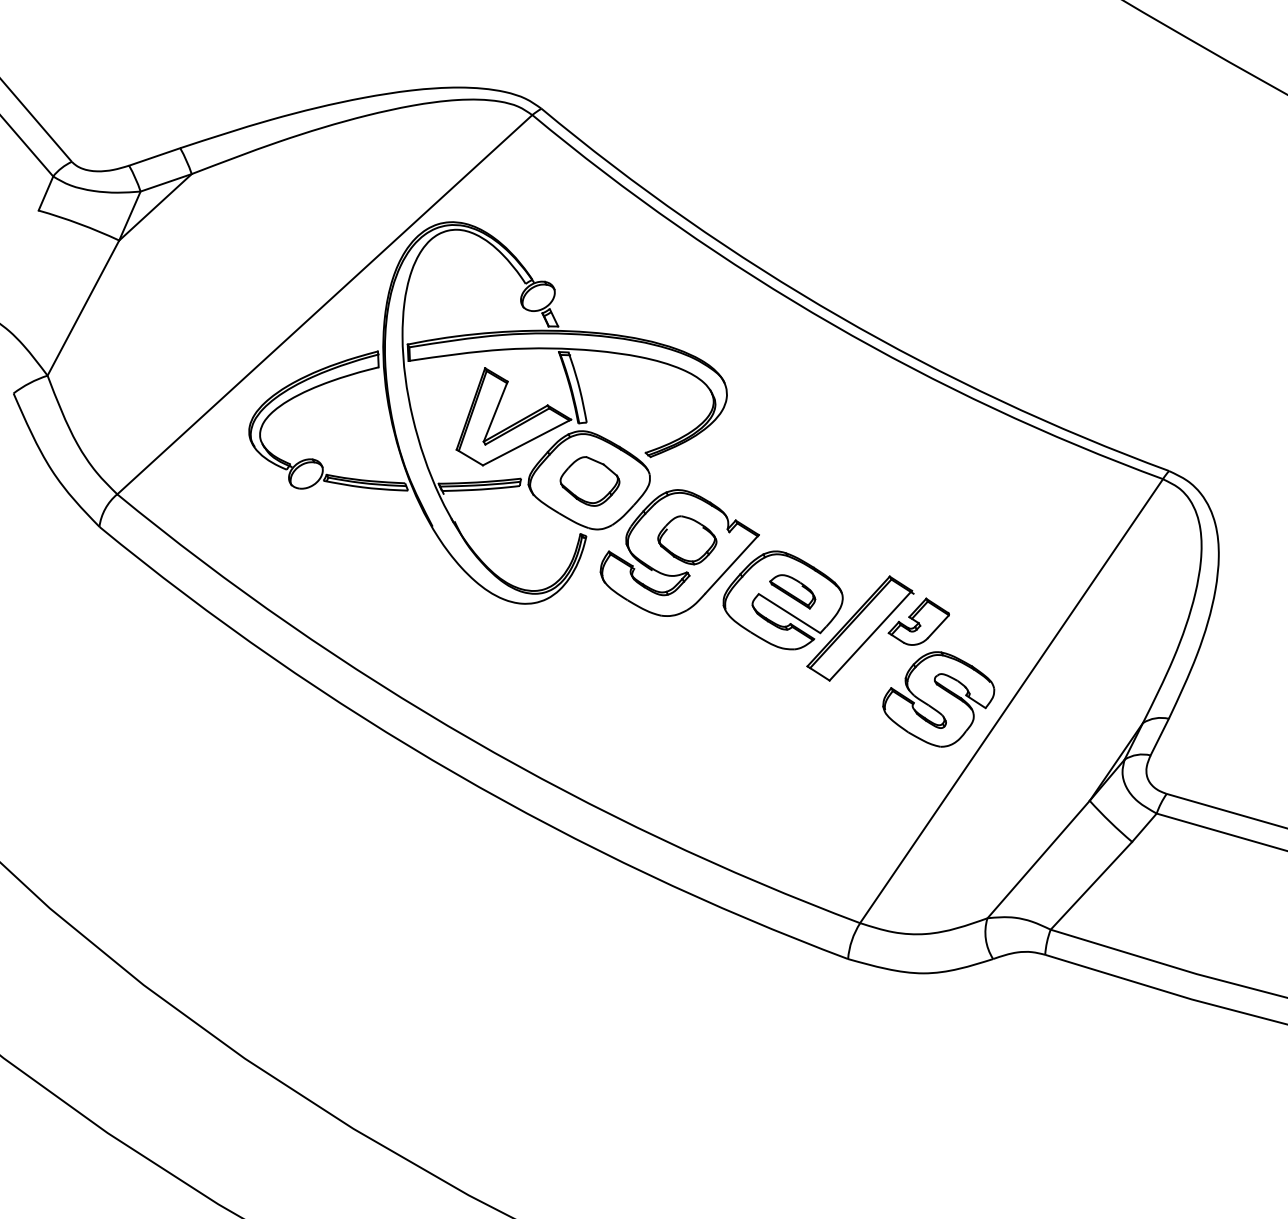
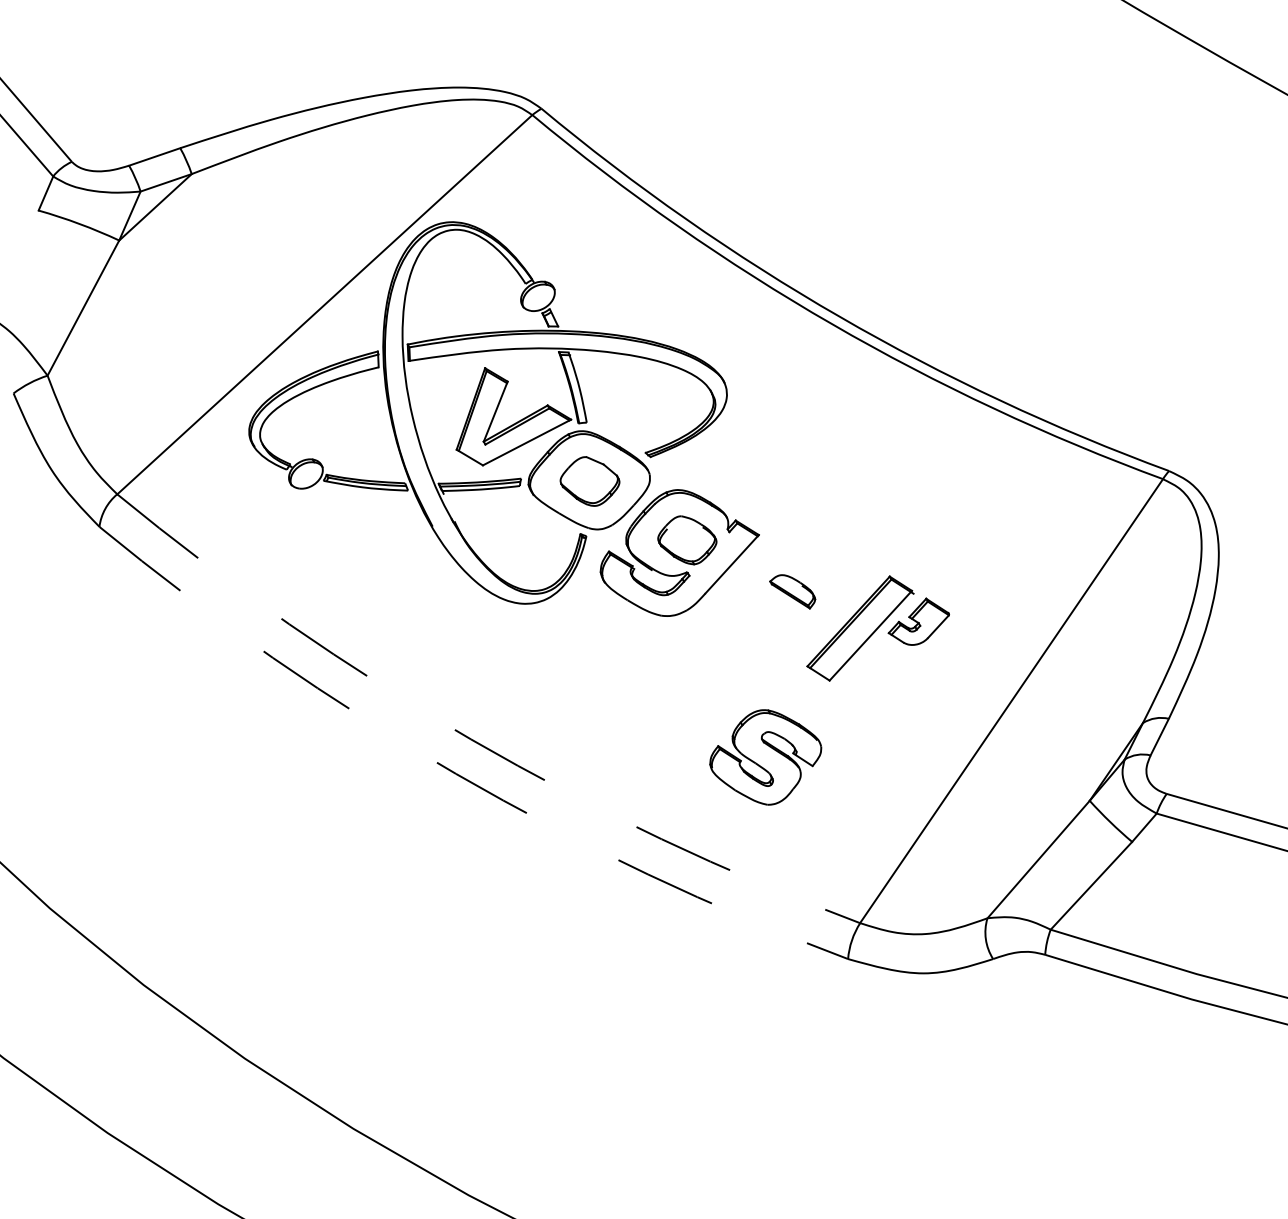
part at (782, 600): present -> none
part at (938, 699) position: (938, 699) -> (765, 757)
arc at (471, 739): solid -> dashed
arc at (455, 773): solid -> dashed
